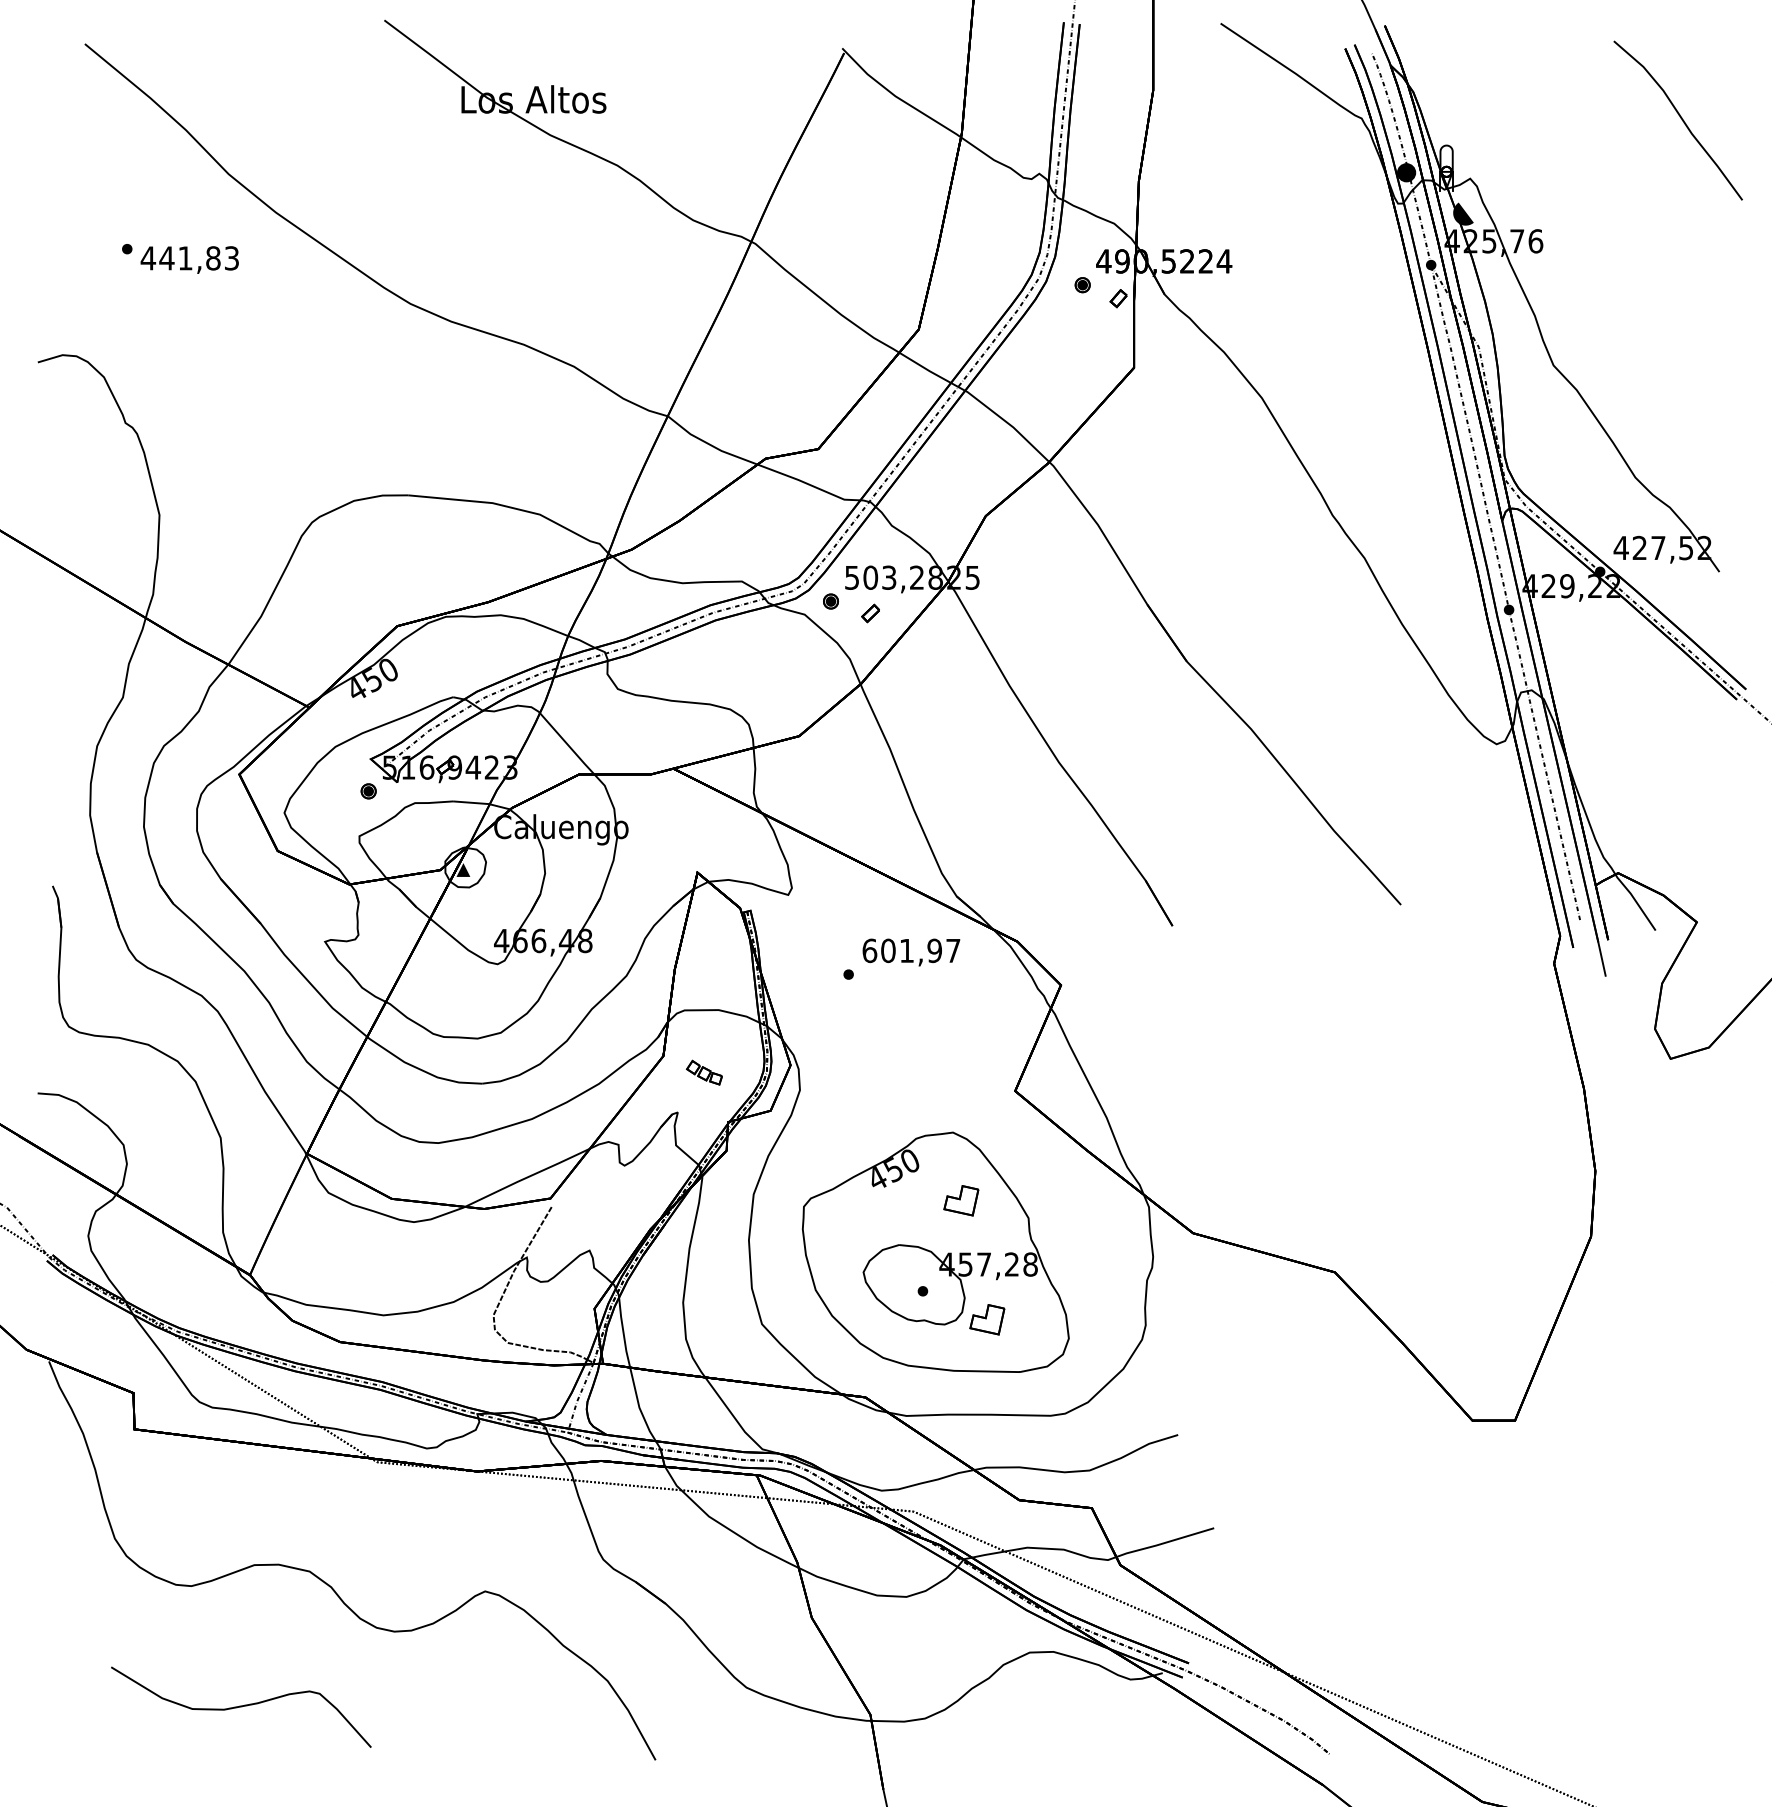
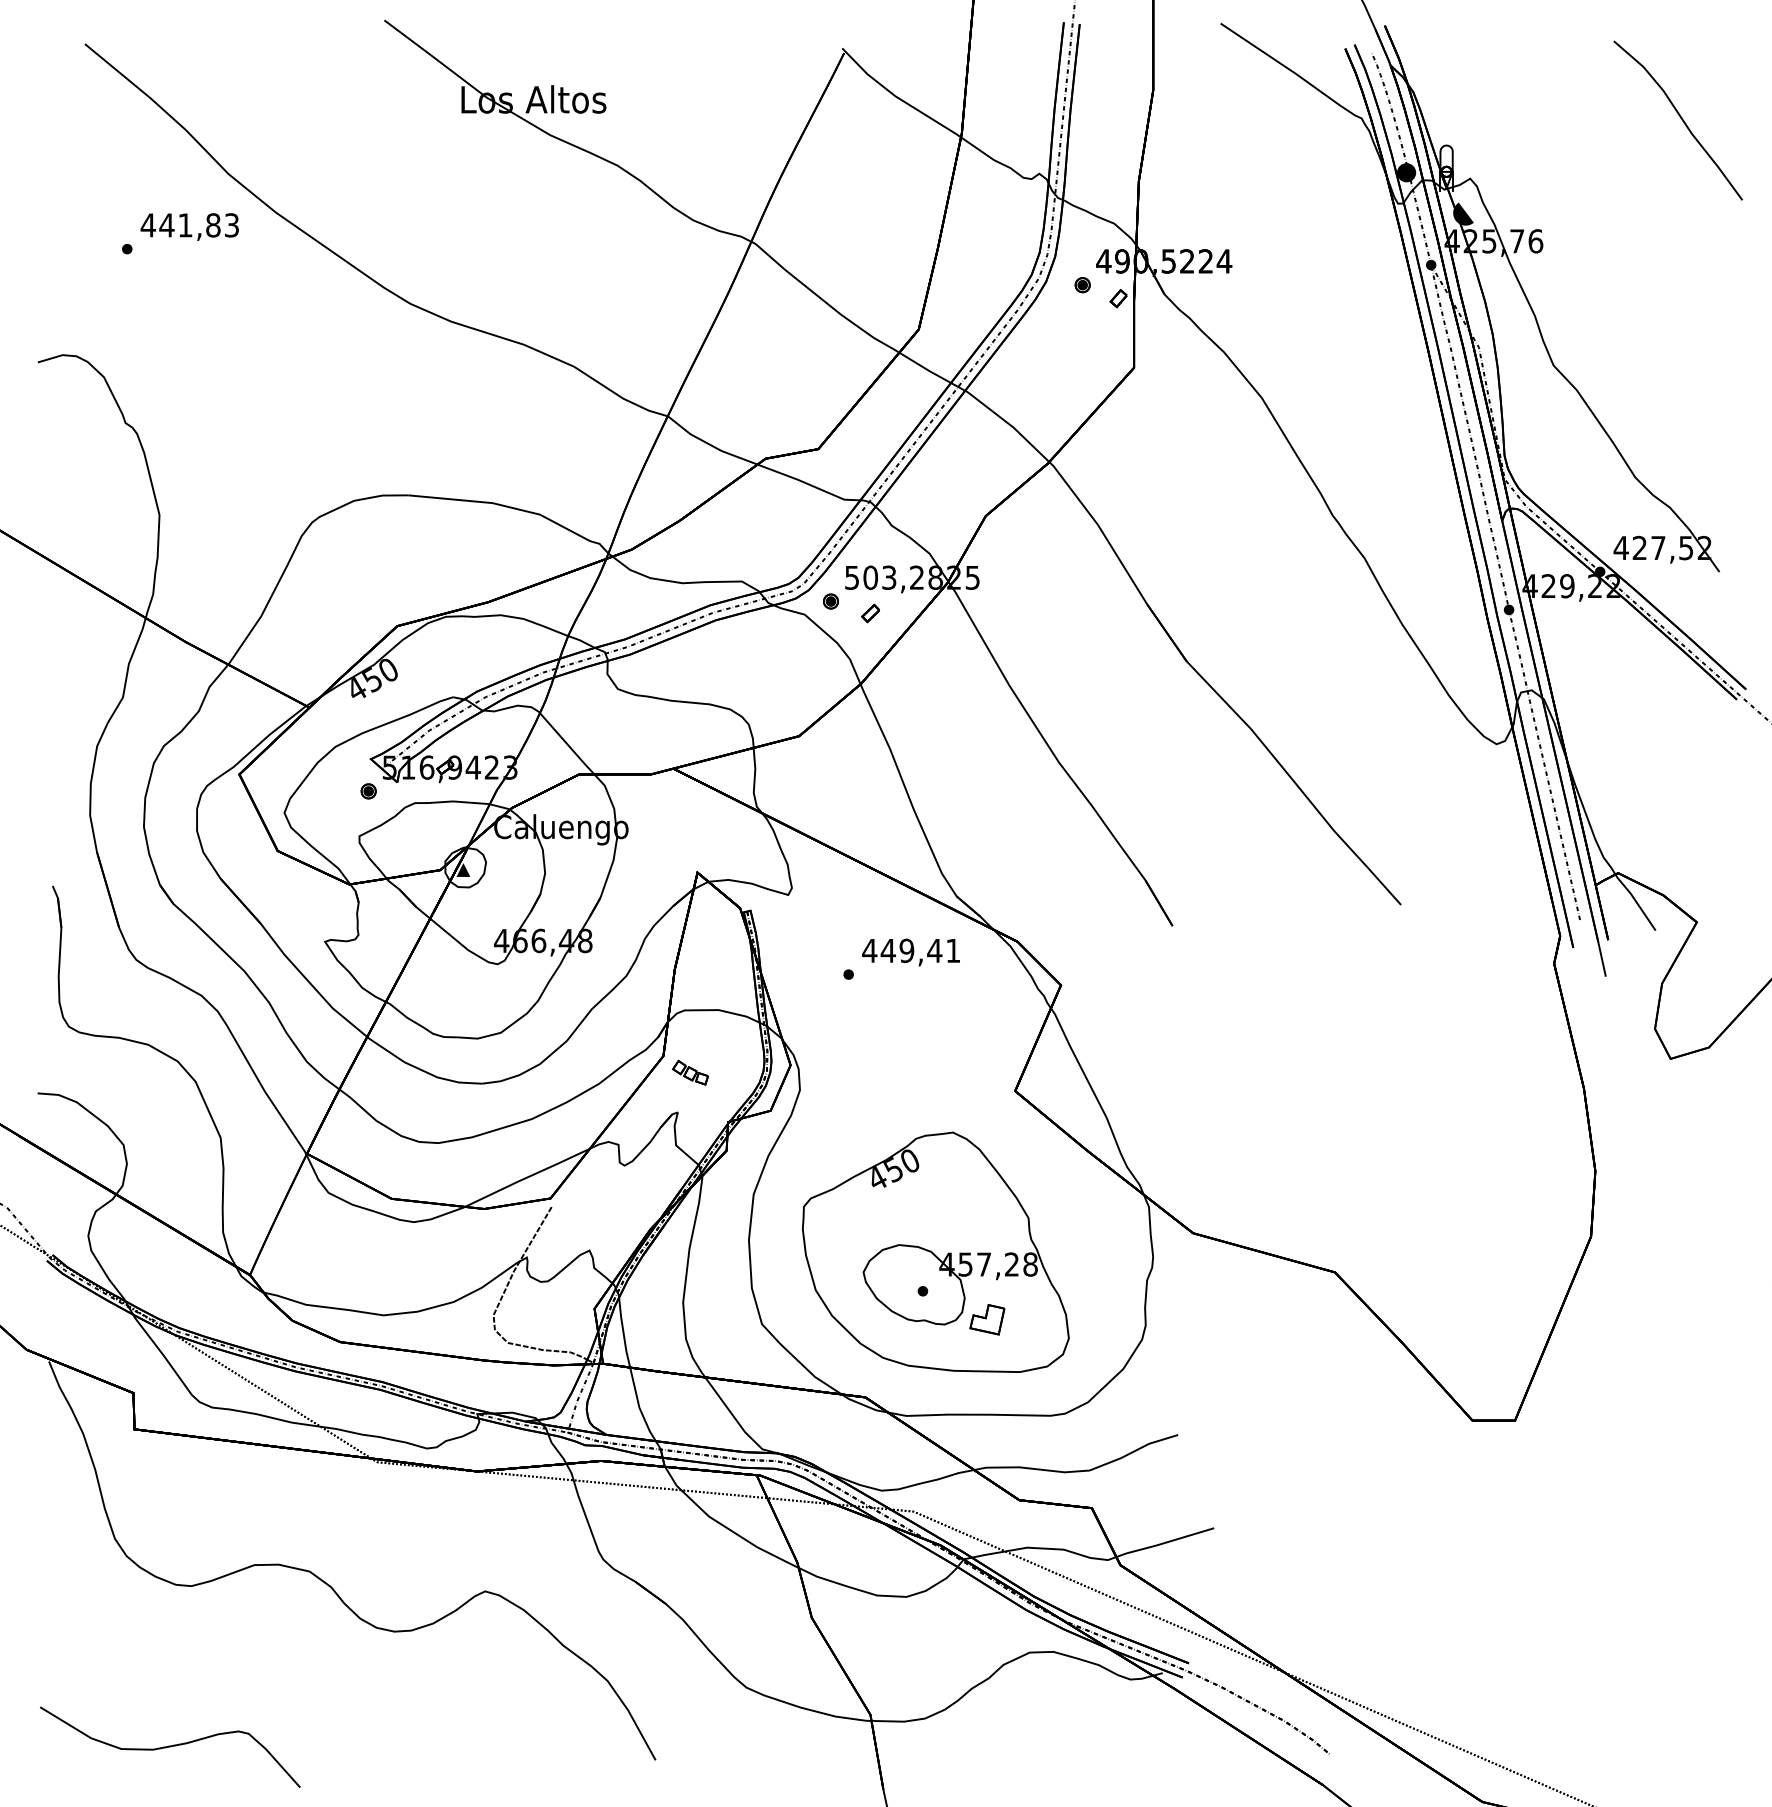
text at (189, 259) position: (189, 259) -> (189, 226)
text at (911, 950): 601,97 -> 449,41
part at (703, 1072) position: (703, 1072) -> (689, 1072)
part at (961, 1200): present -> none
curve at (241, 1706) position: (241, 1706) -> (170, 1746)
